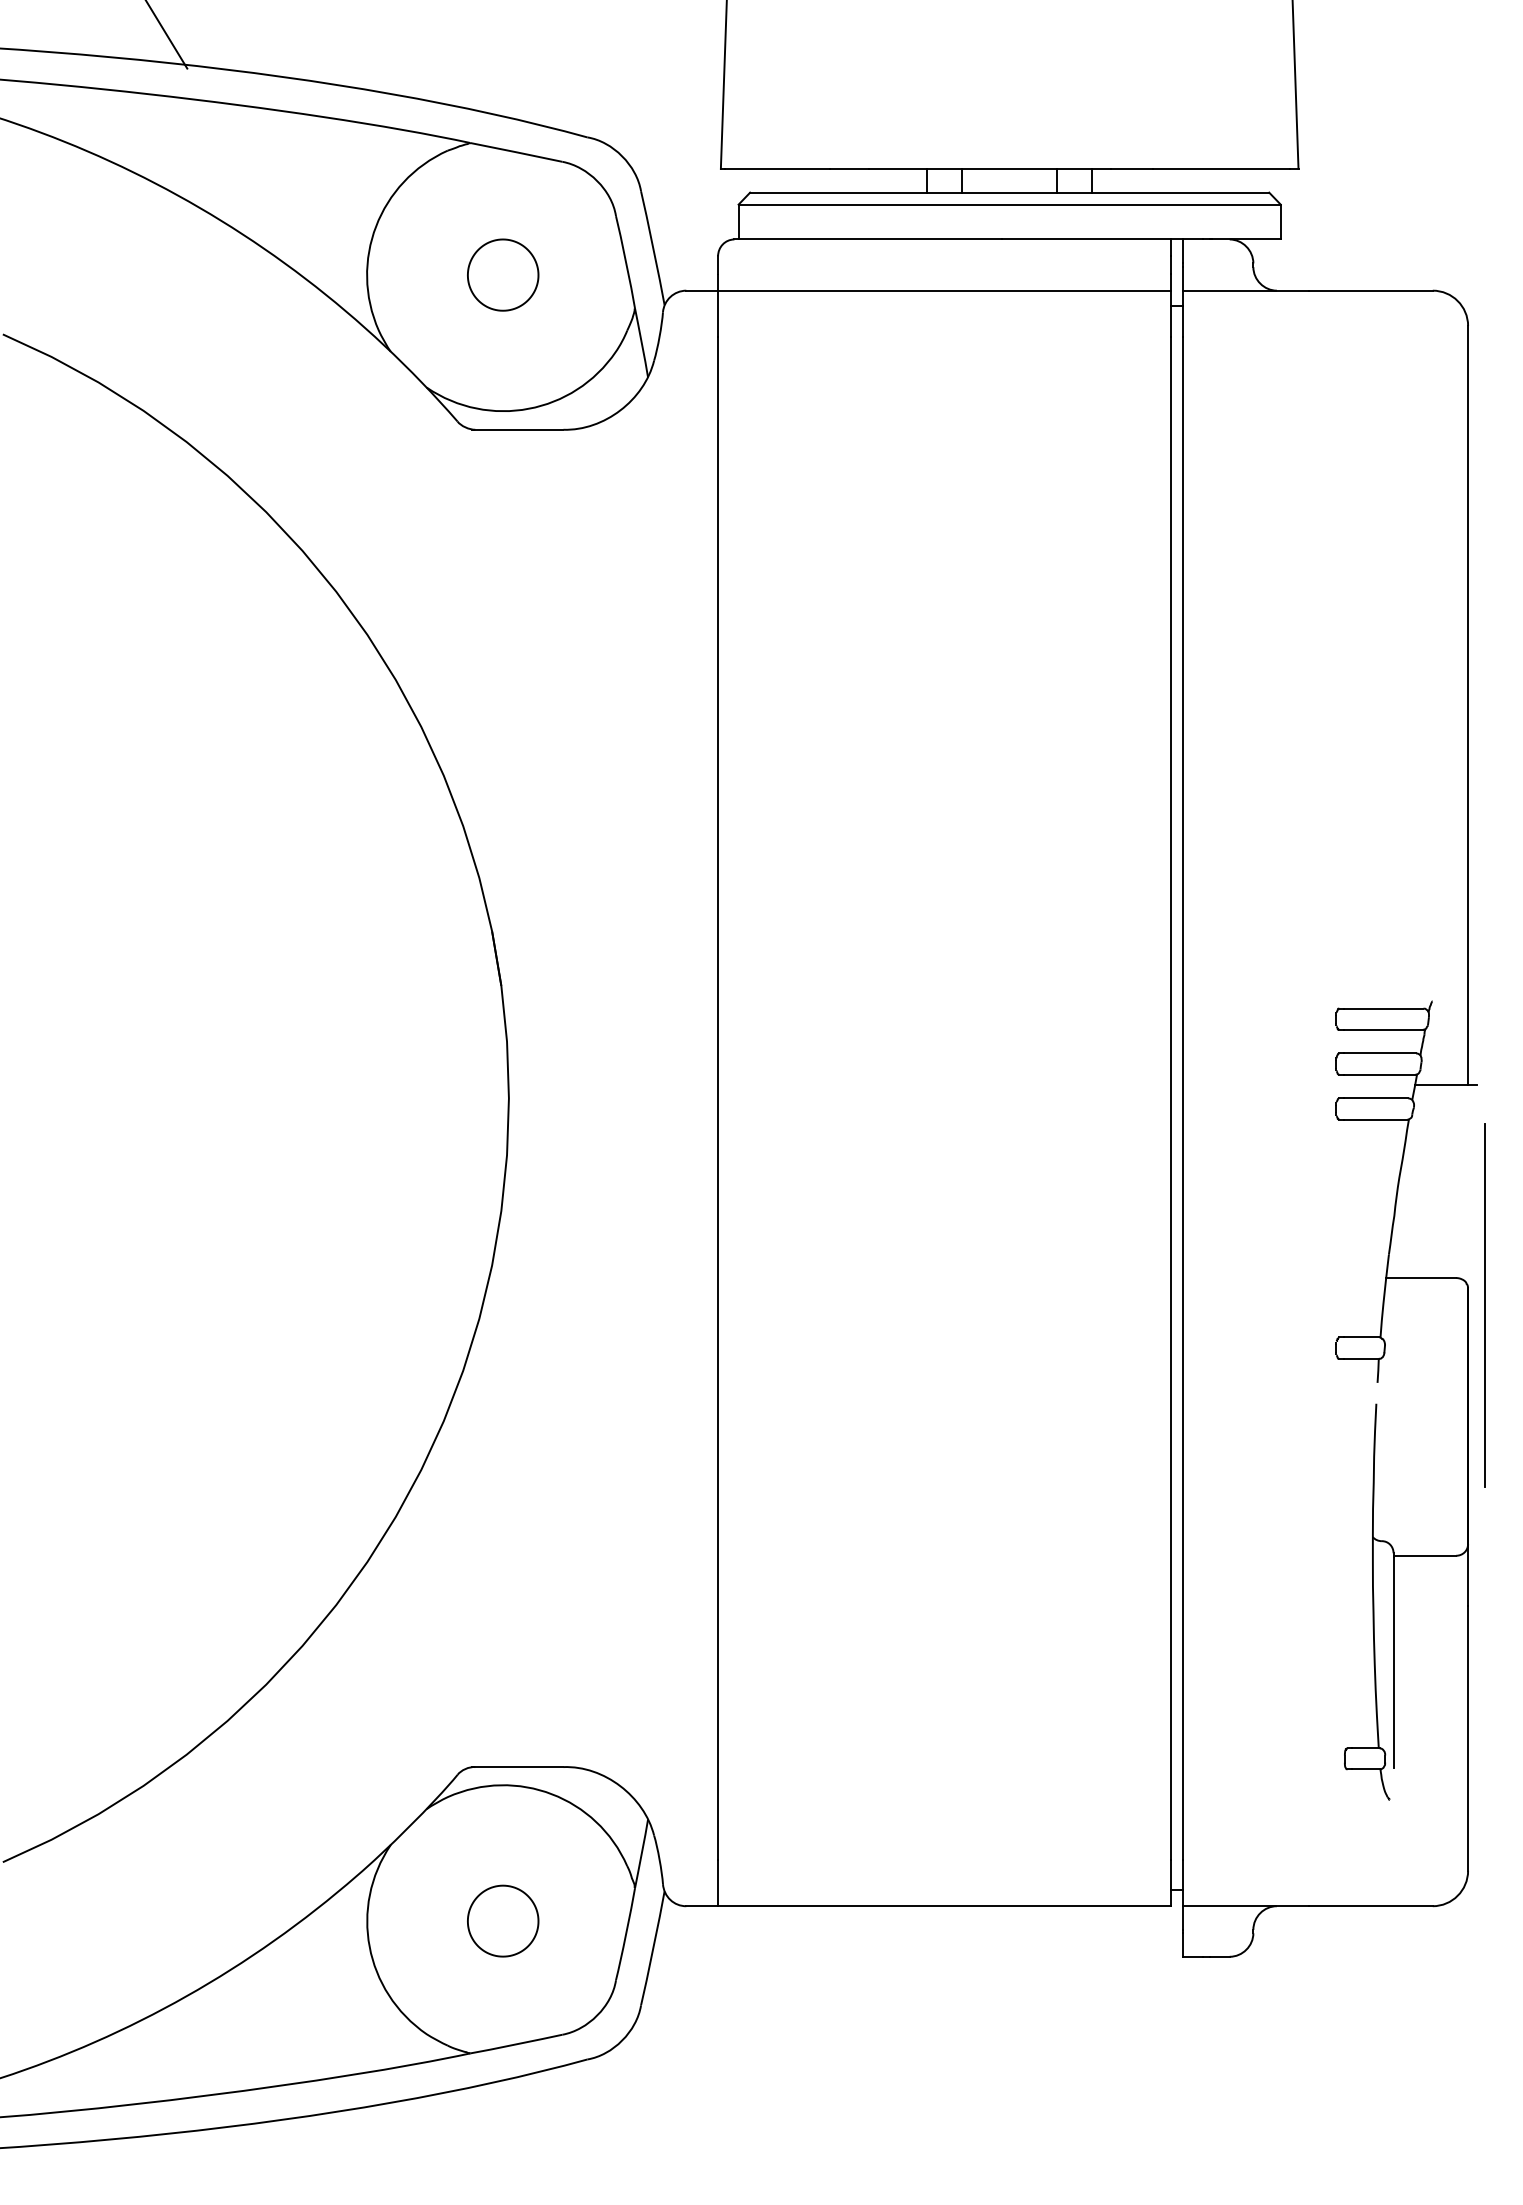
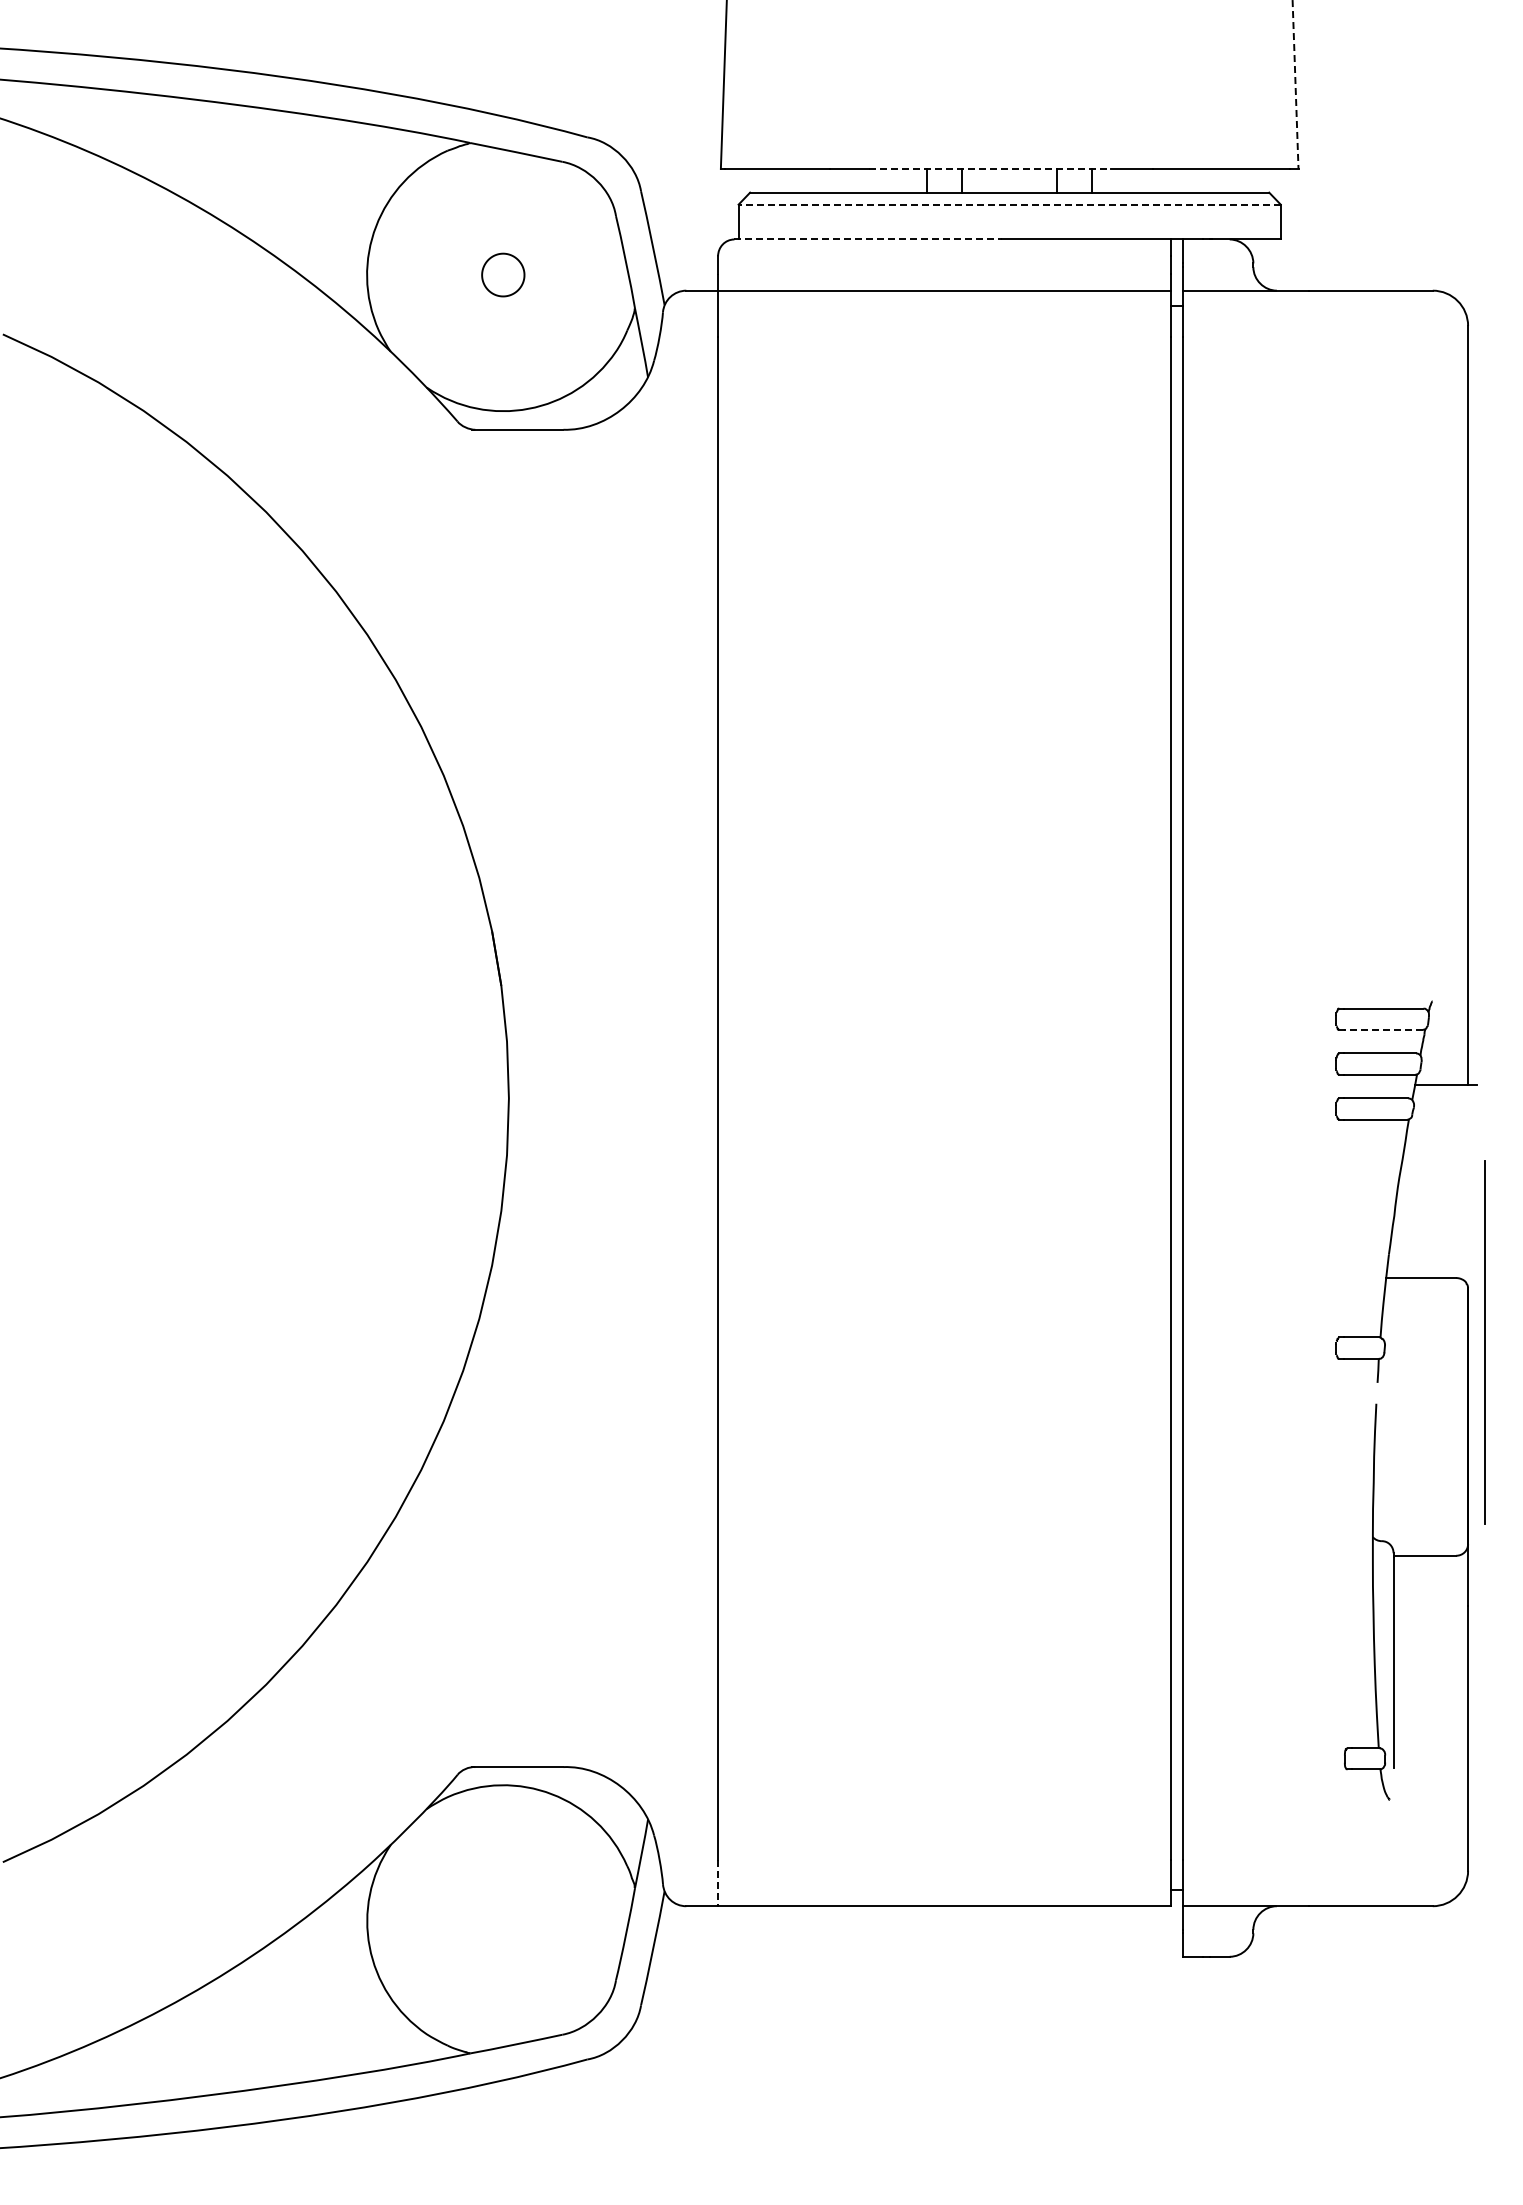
line at (167, 35): present -> none
line at (1295, 84): solid -> dashed
line at (989, 168): solid -> dashed
line at (1009, 204): solid -> dashed
line at (868, 239): solid -> dashed
part at (503, 274) size: 73x74 px -> 45x46 px
line at (1382, 1029): solid -> dashed
line at (1484, 1305) position: (1484, 1305) -> (1484, 1342)
line at (718, 1883): solid -> dashed
part at (503, 1920): present -> none
